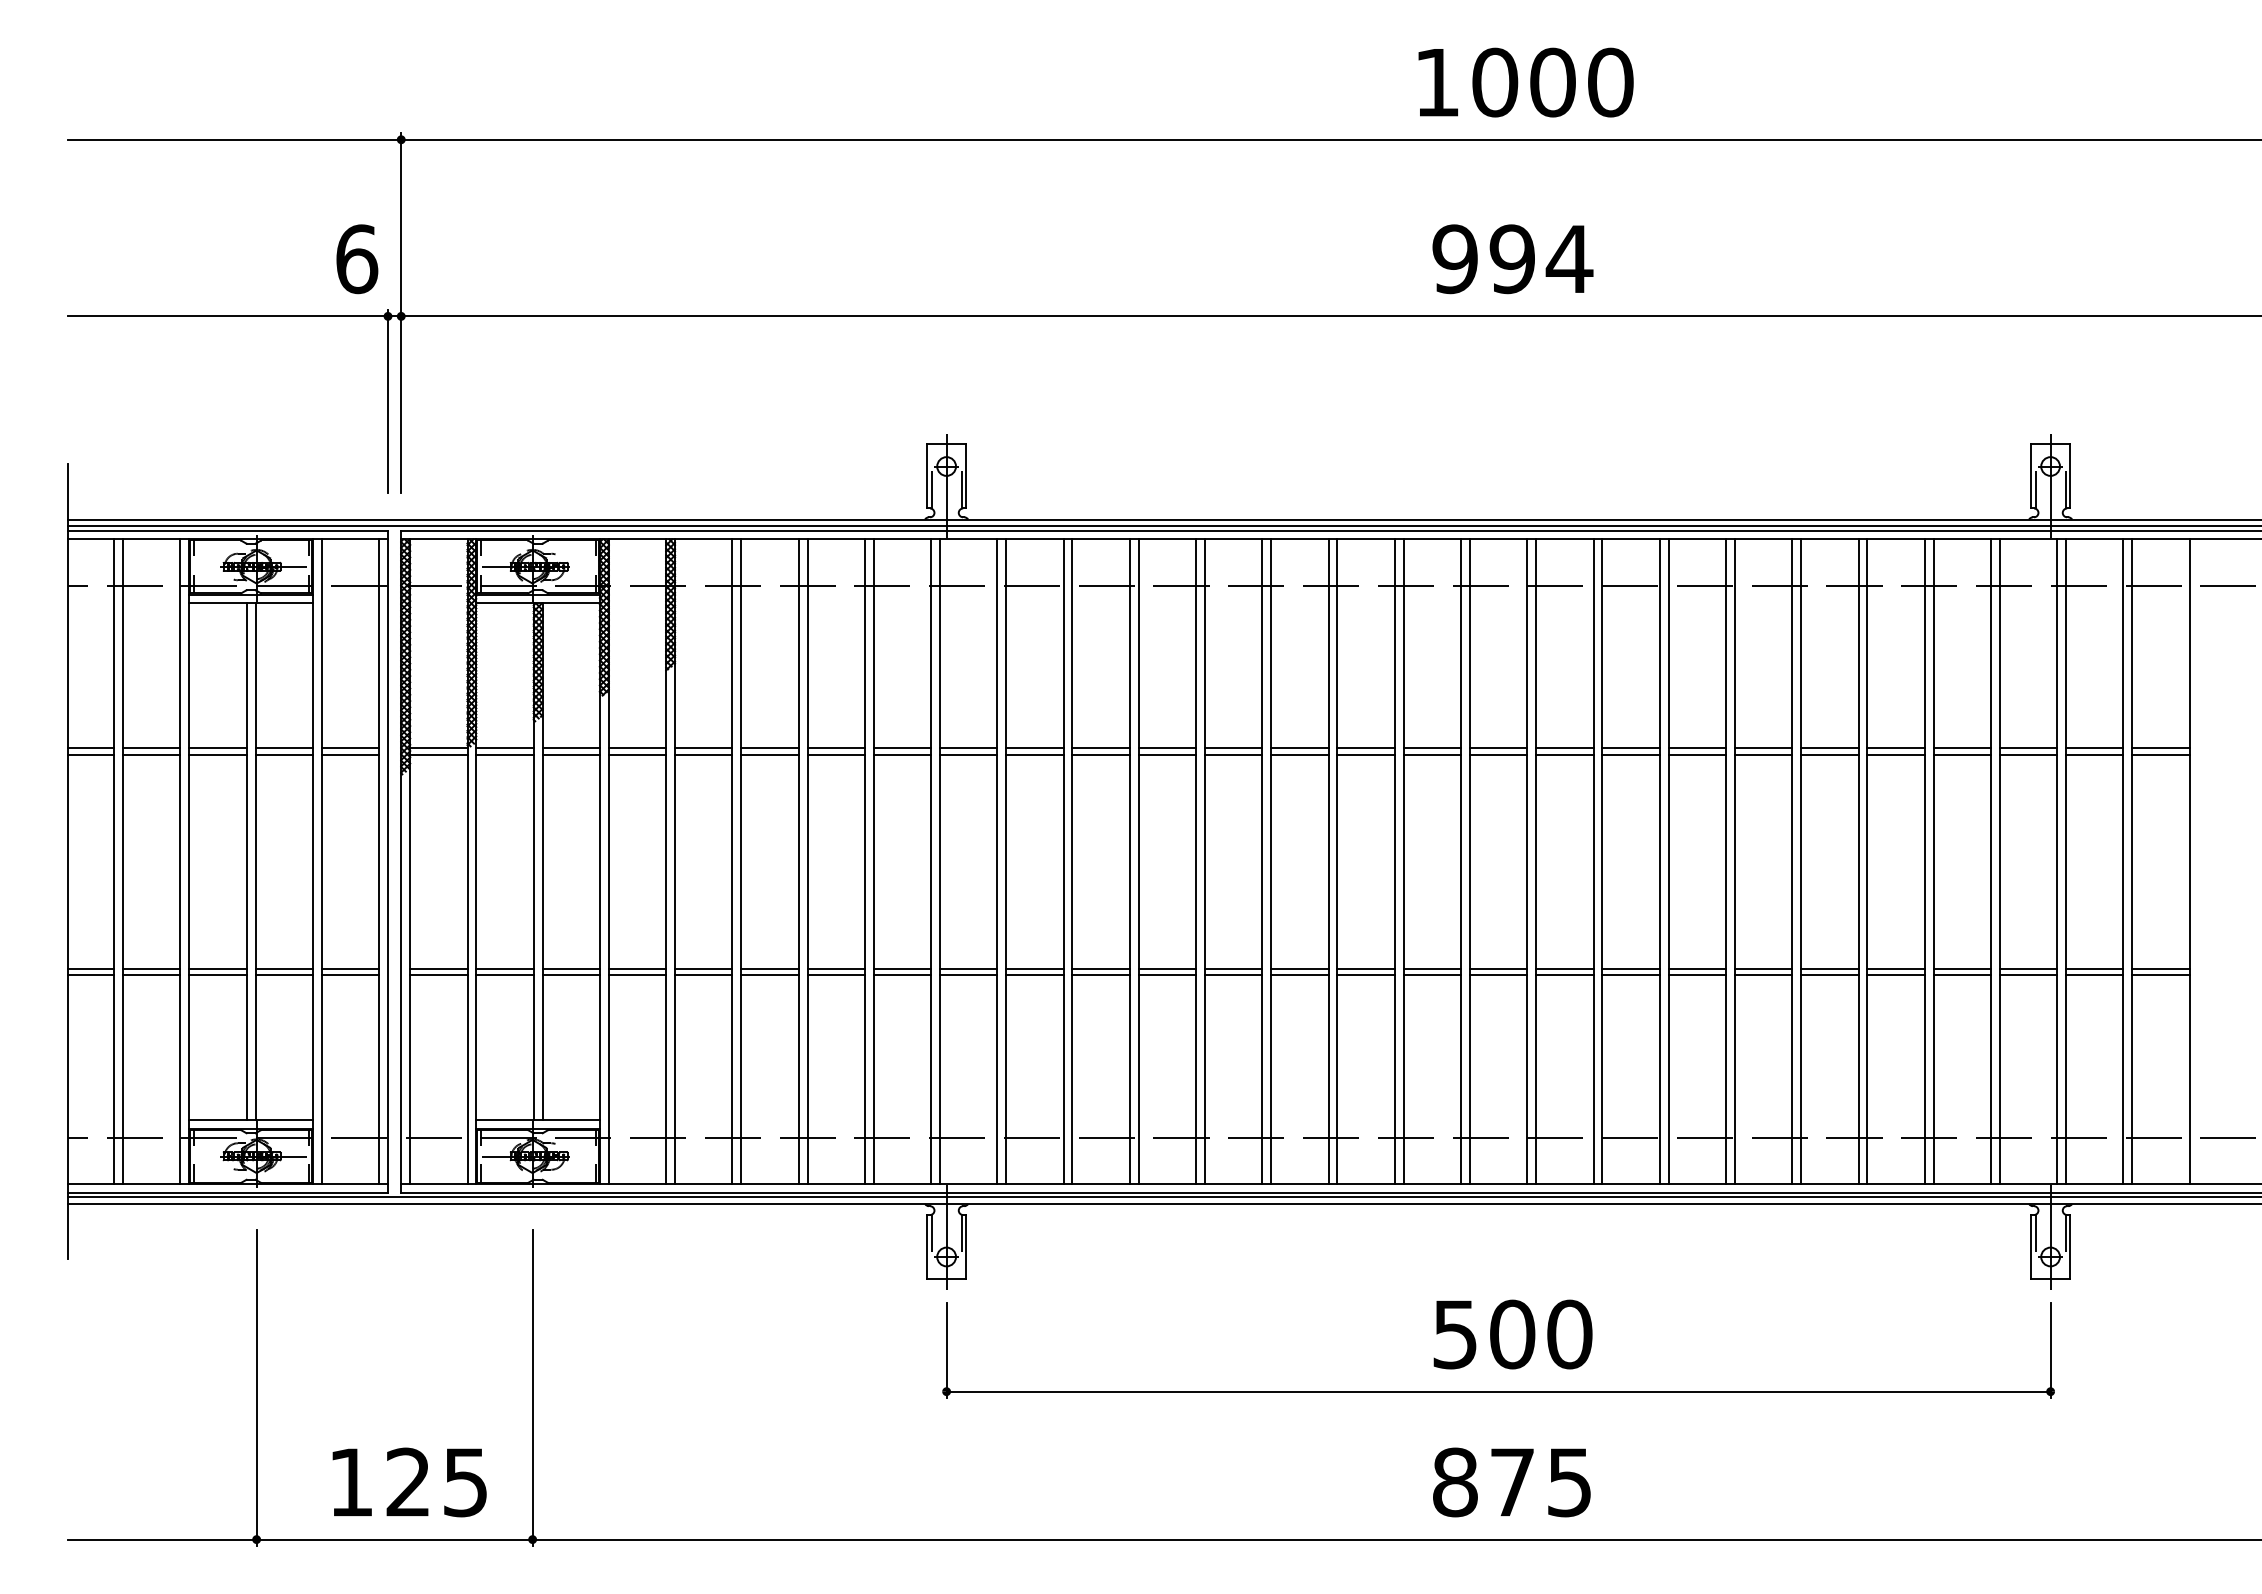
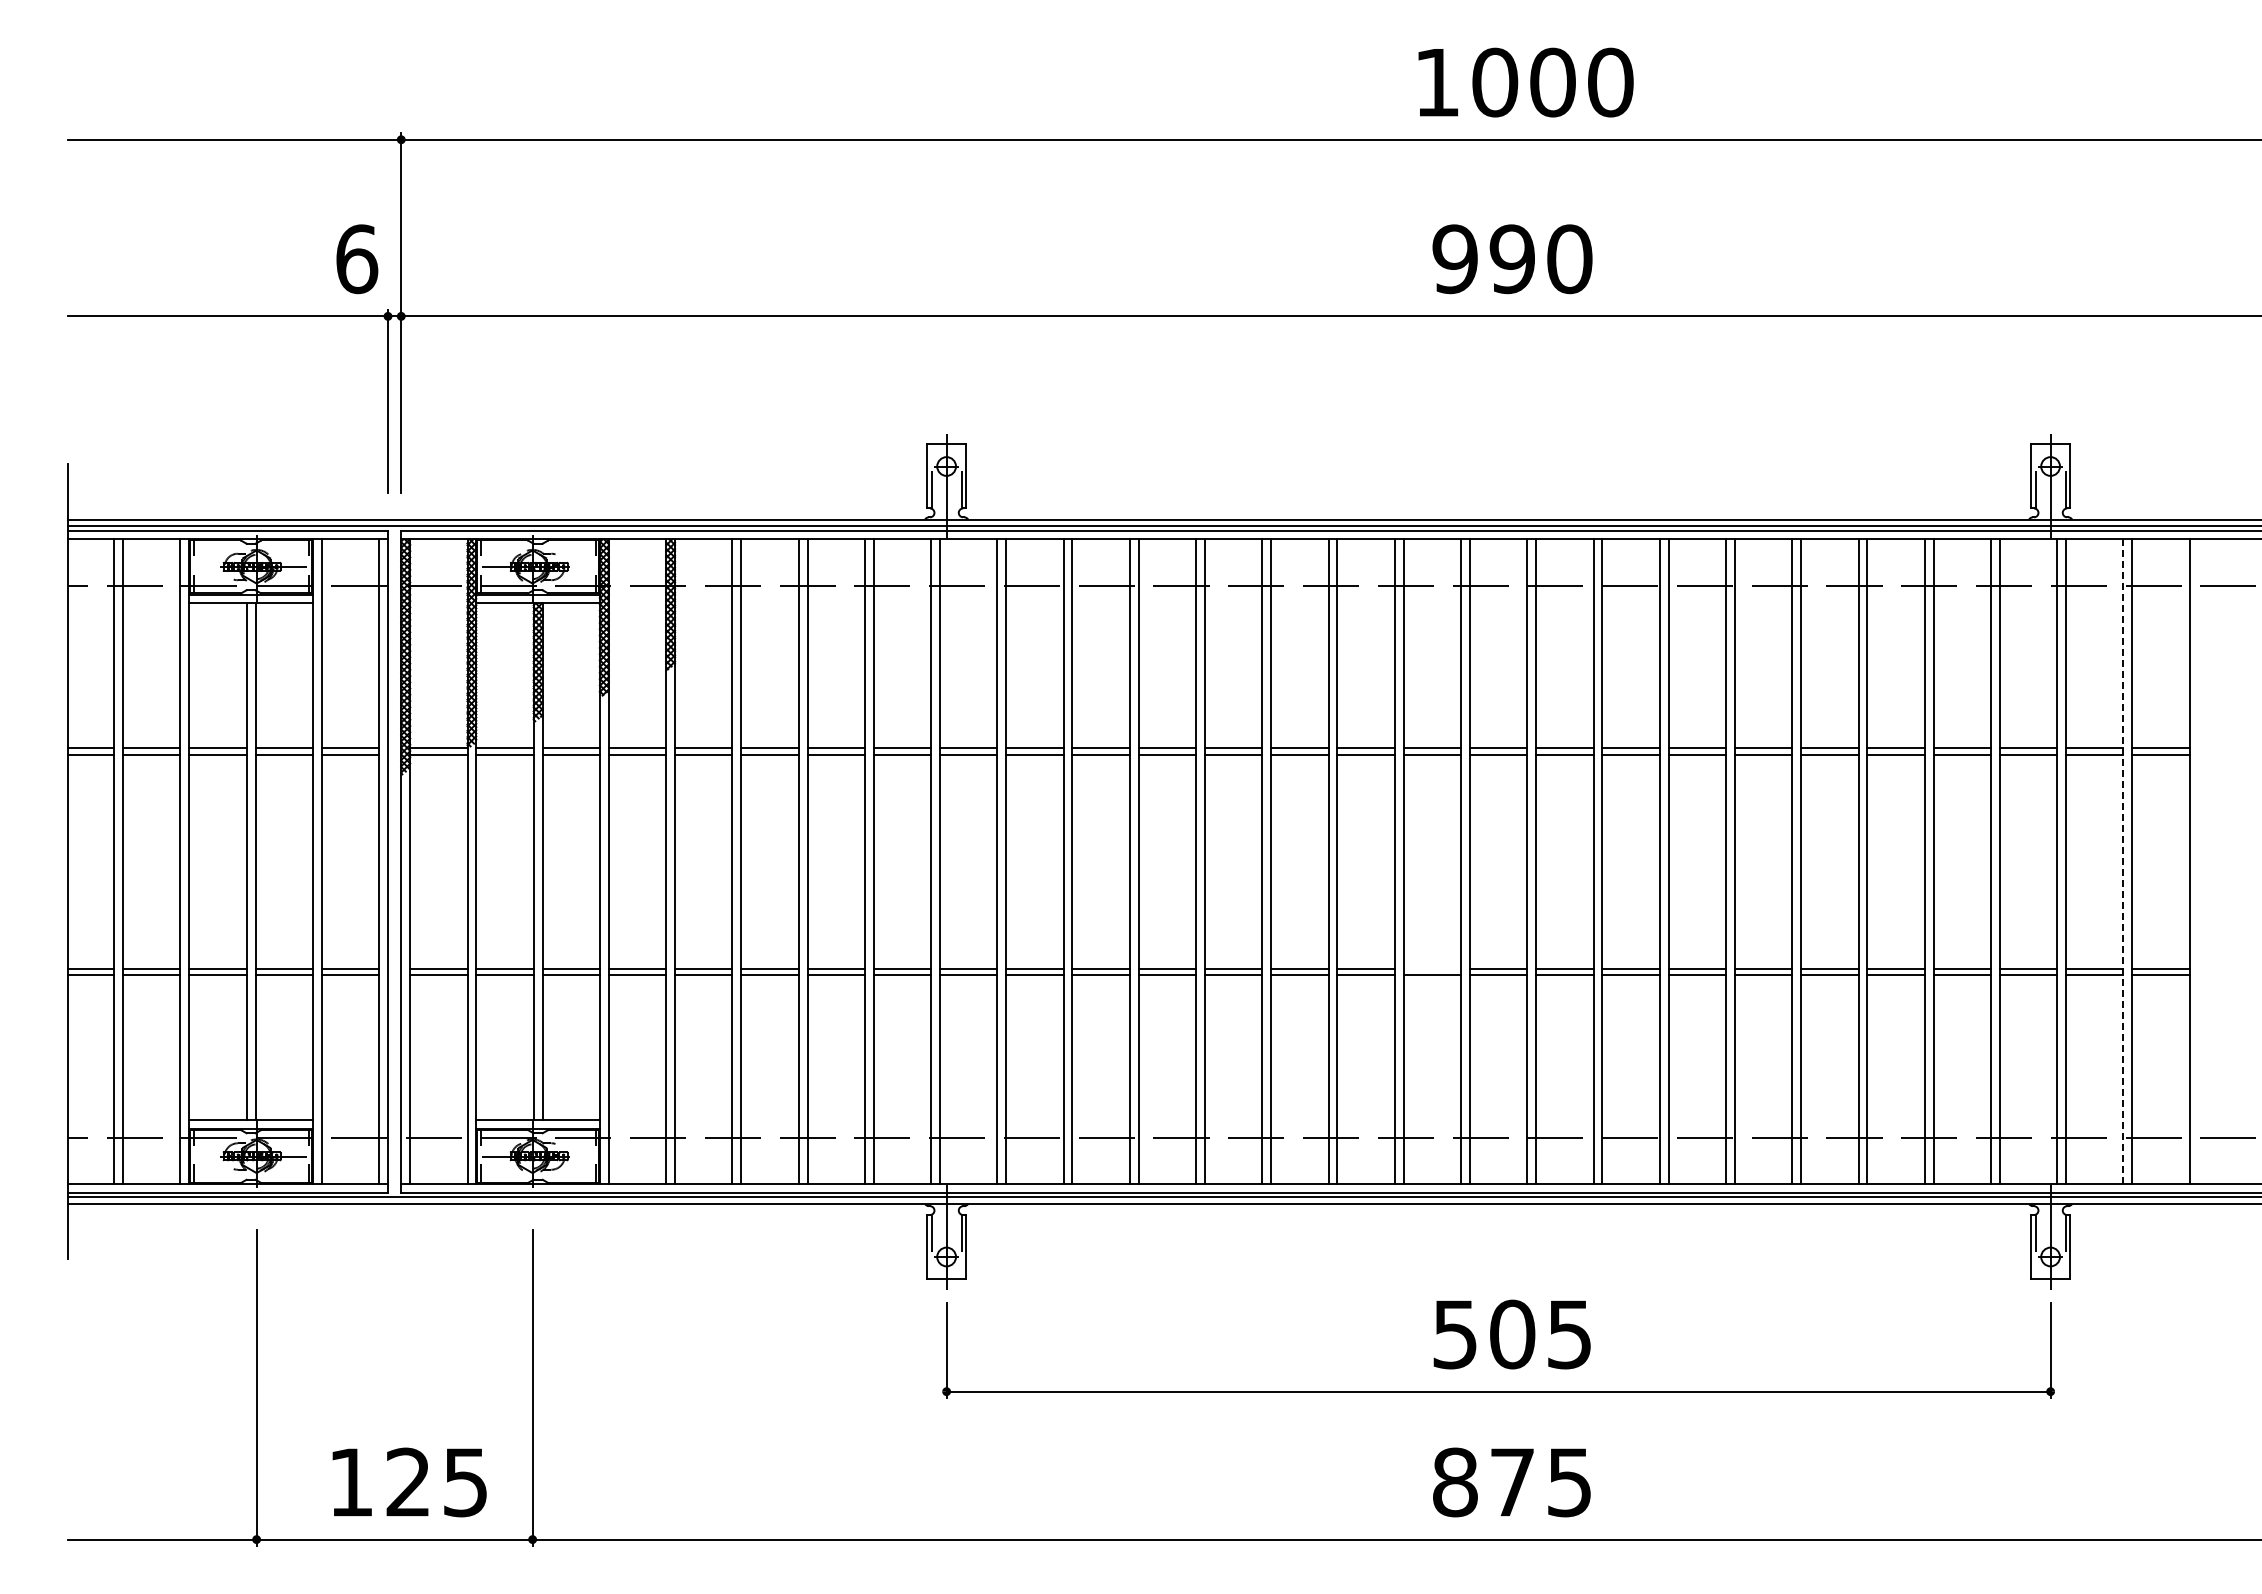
text at (1569, 259): 994 -> 990
line at (2123, 861): solid -> dashed
line at (1432, 968): present -> none
text at (1569, 1334): 500 -> 505
